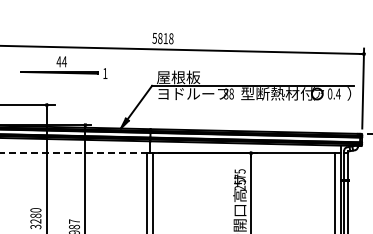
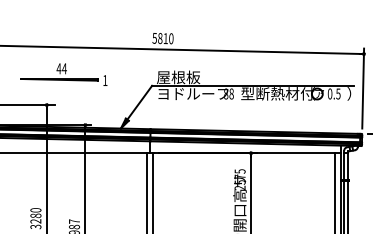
text at (171, 38): 5818 -> 5810
part at (63, 67) position: (63, 67) -> (63, 74)
text at (338, 93): 0.4 -> 0.5
line at (74, 153): dashed -> solid
